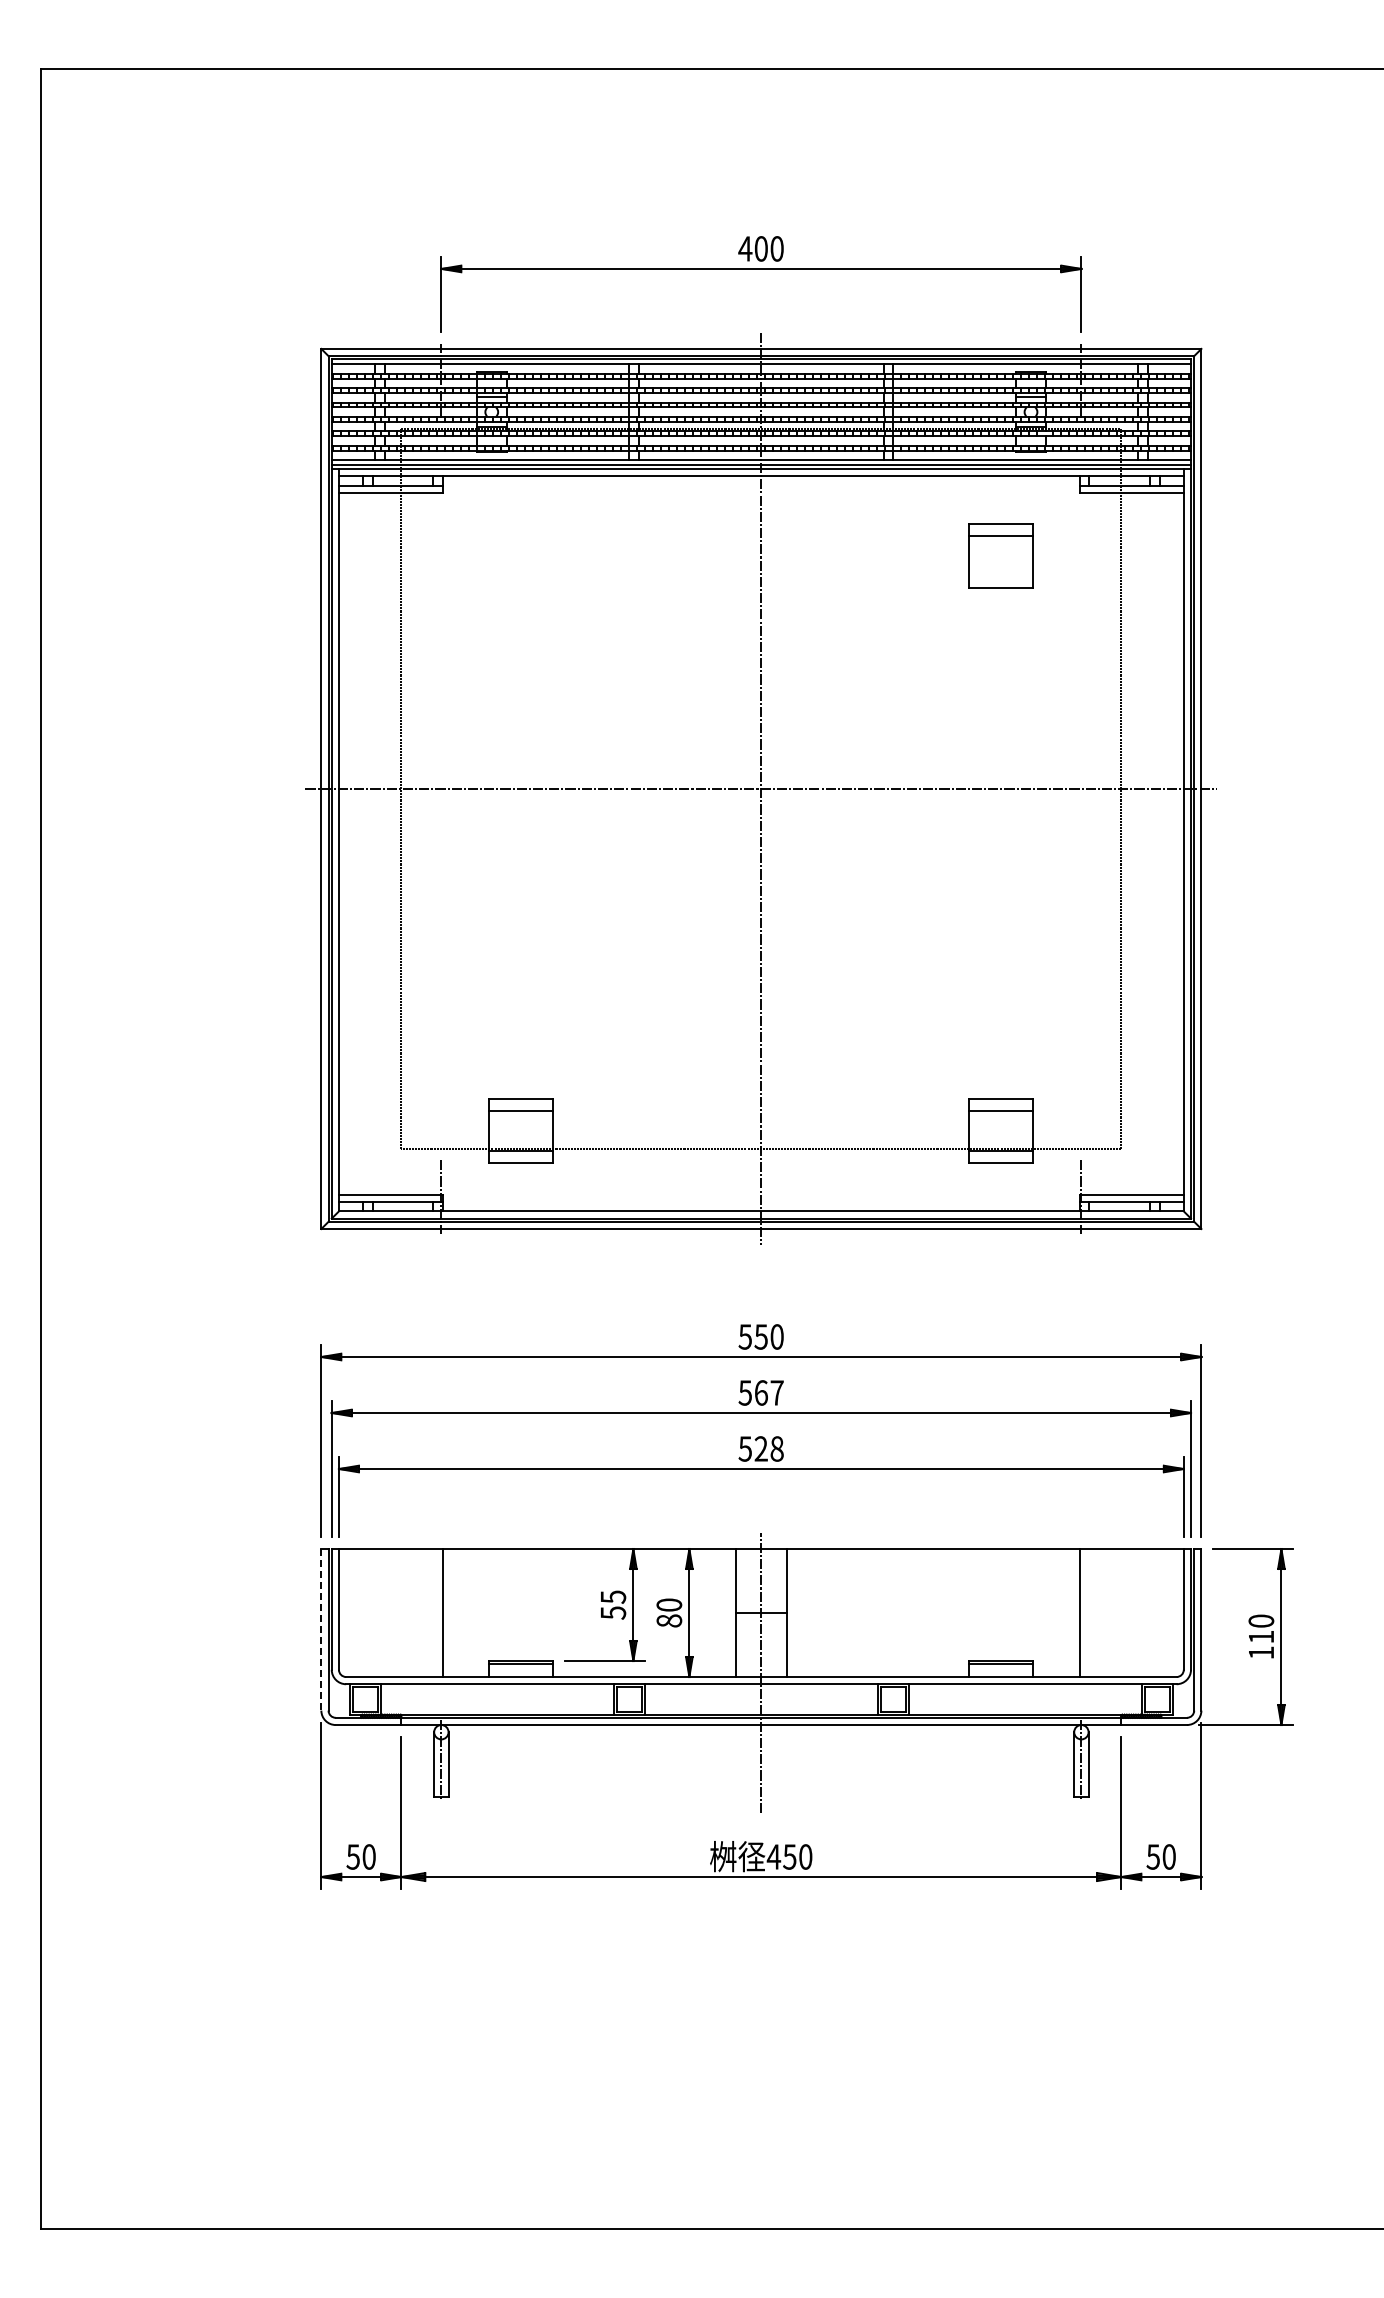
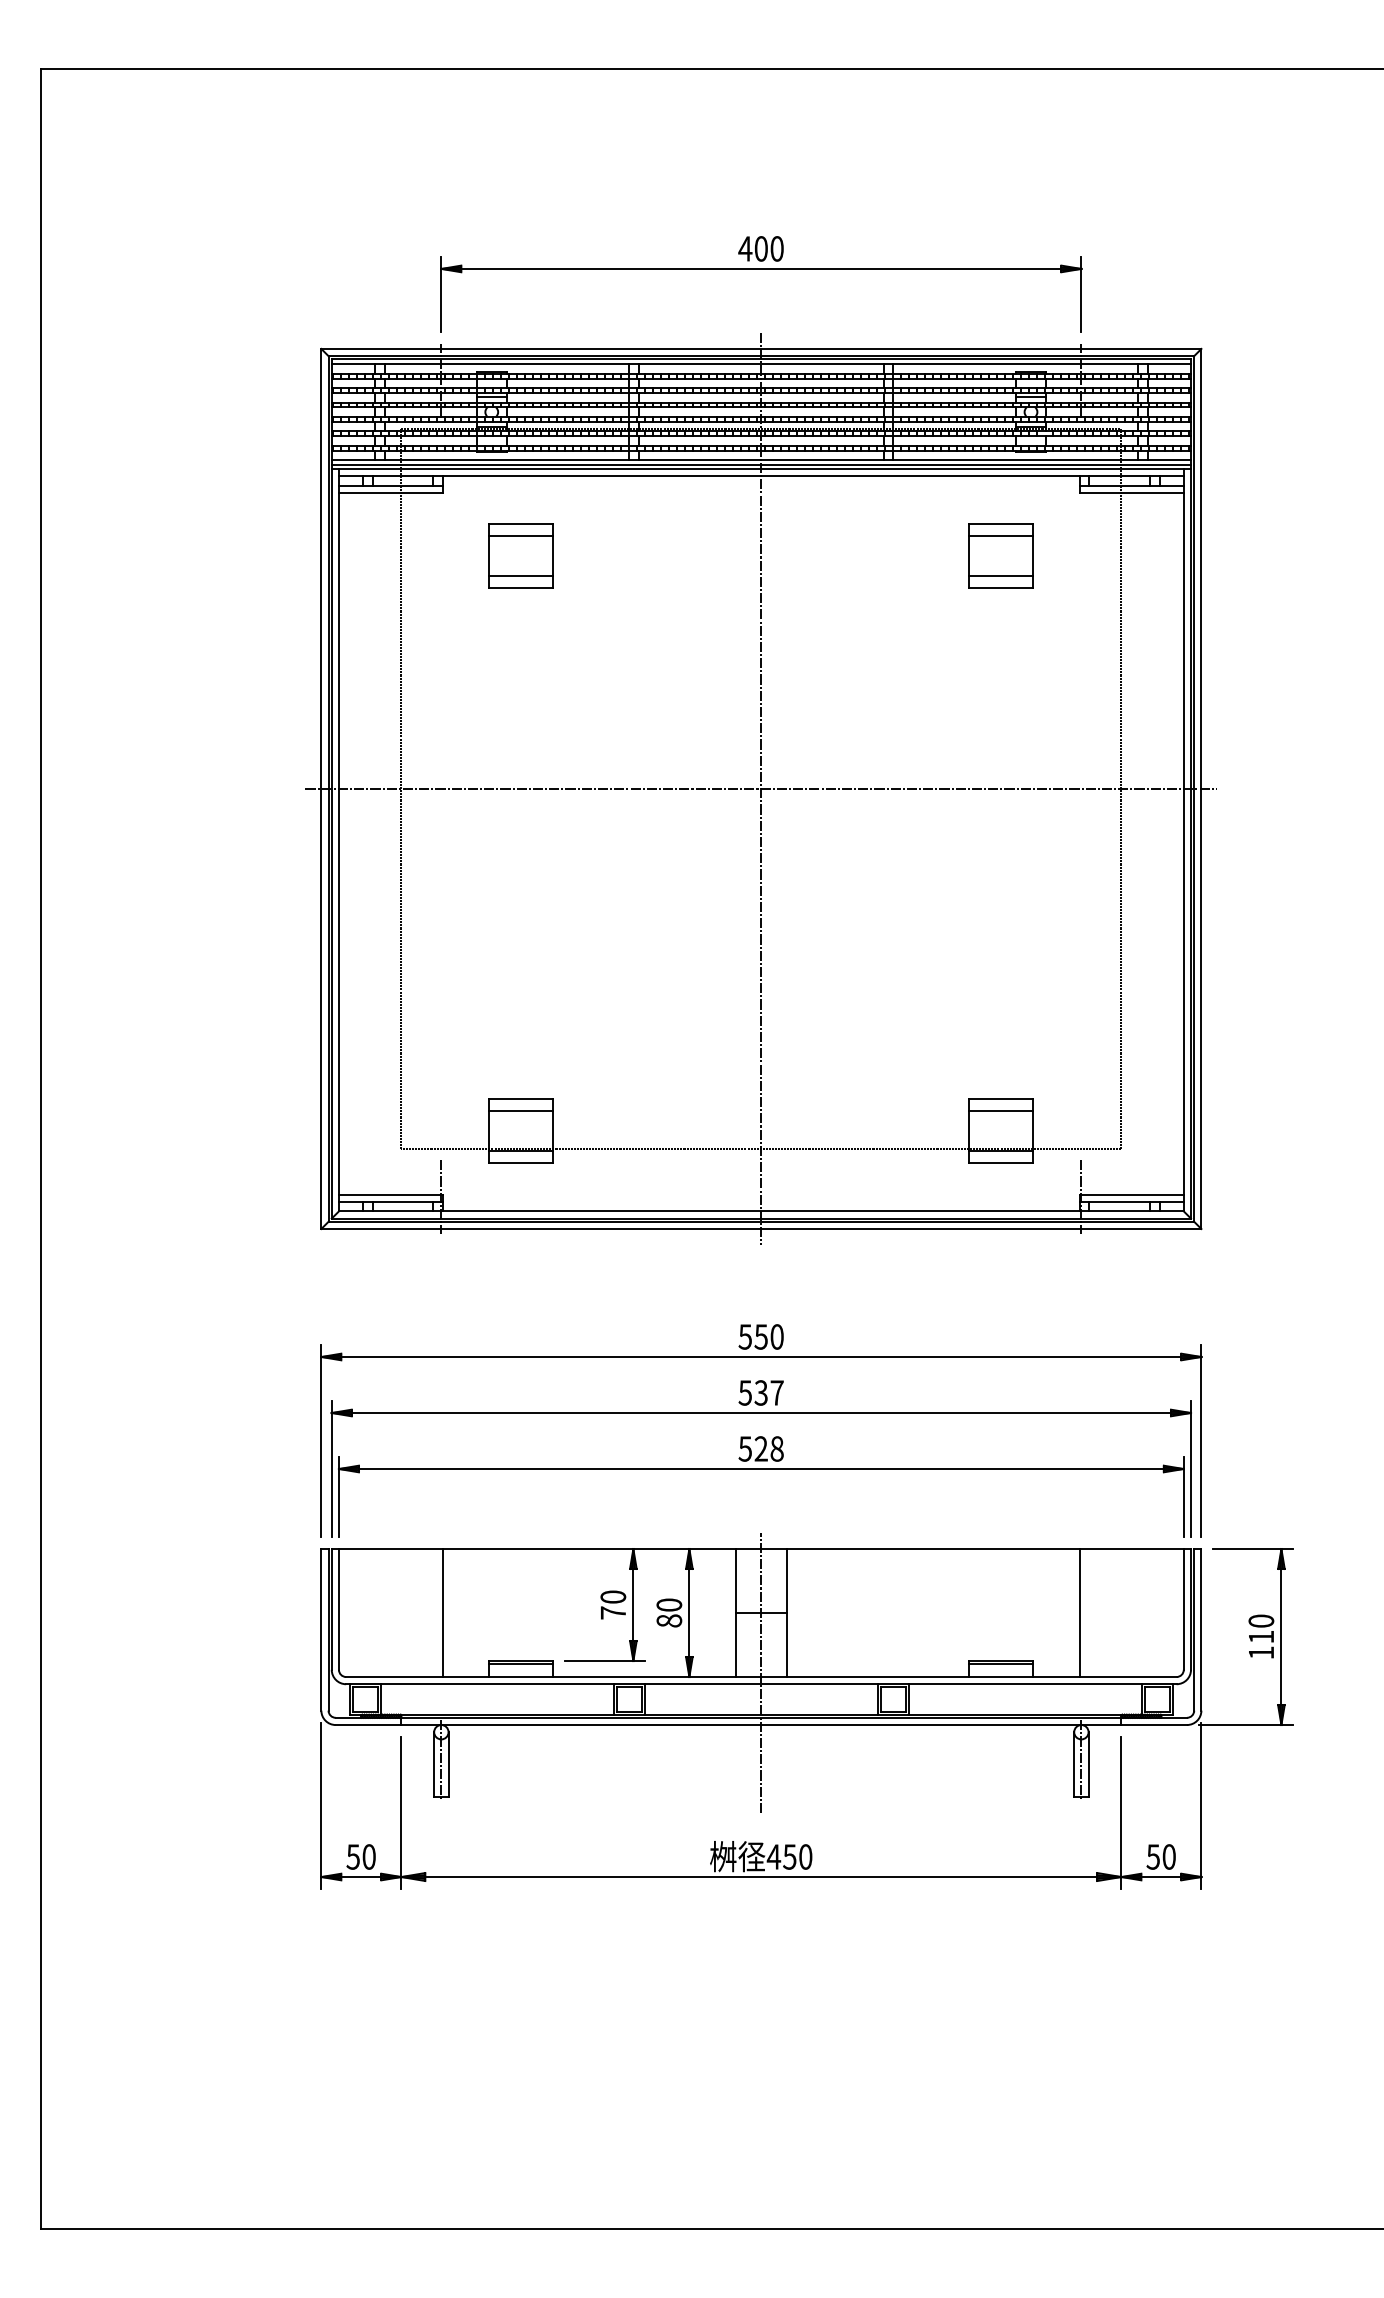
part at (520, 555): none -> present
line at (1001, 576): none -> present
text at (760, 1392): 567 -> 537
text at (613, 1604): 55 -> 70
line at (321, 1629): dashed -> solid
